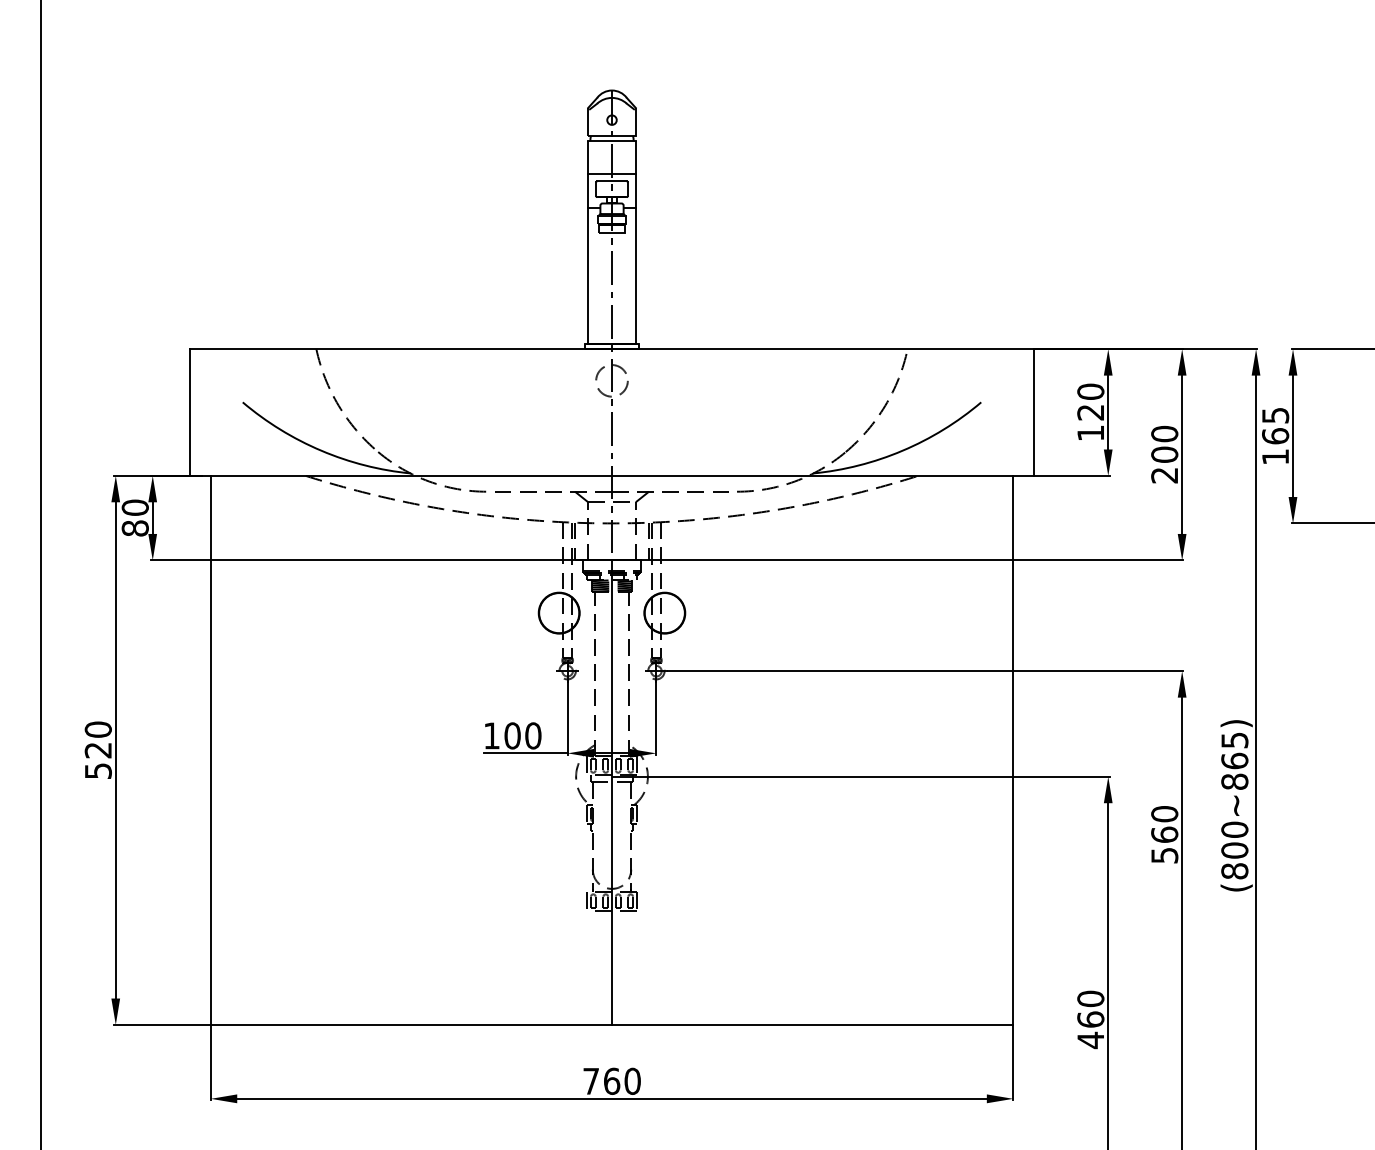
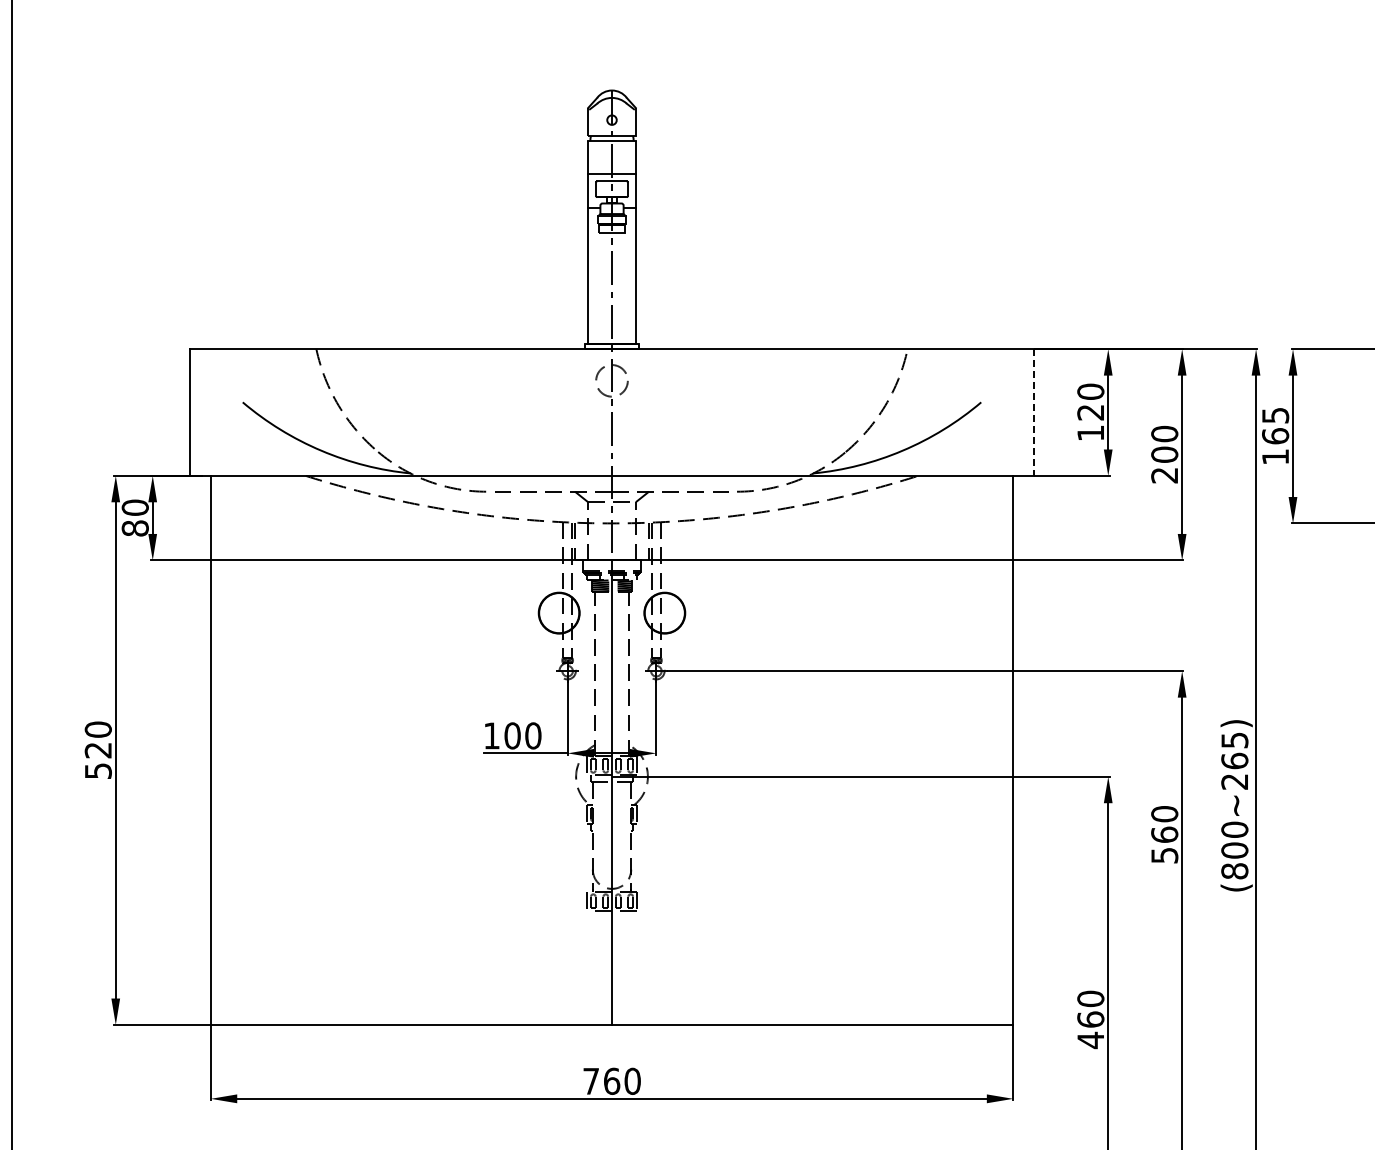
line at (1034, 413): solid -> dashed
line at (41, 574) position: (41, 574) -> (12, 574)
text at (1234, 781): (800~865) -> (800~265)
